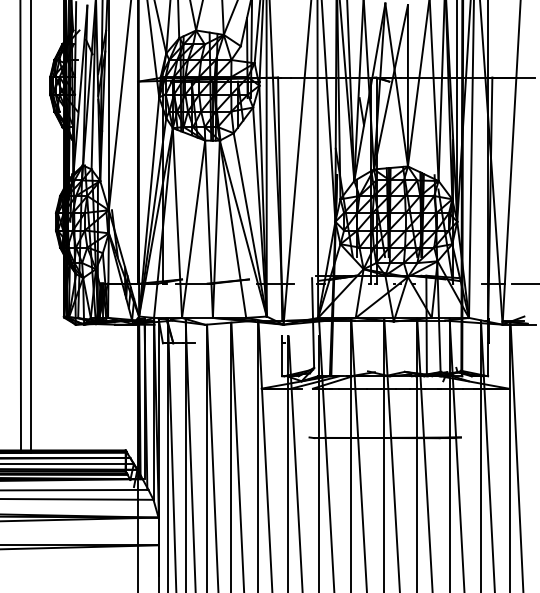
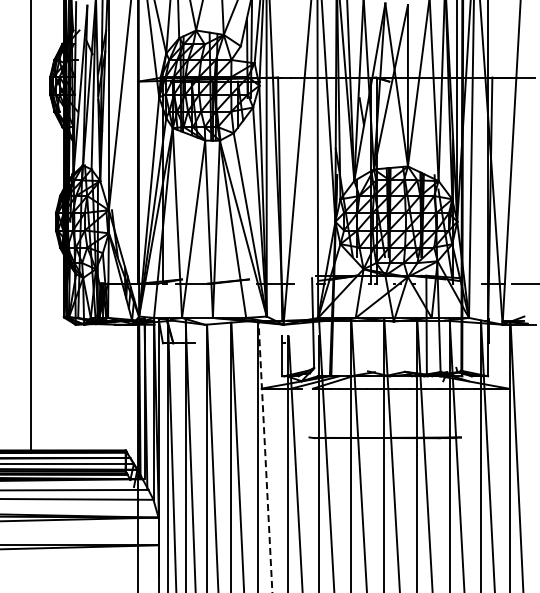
line at (20, 227): present -> none
line at (265, 456): solid -> dashed
